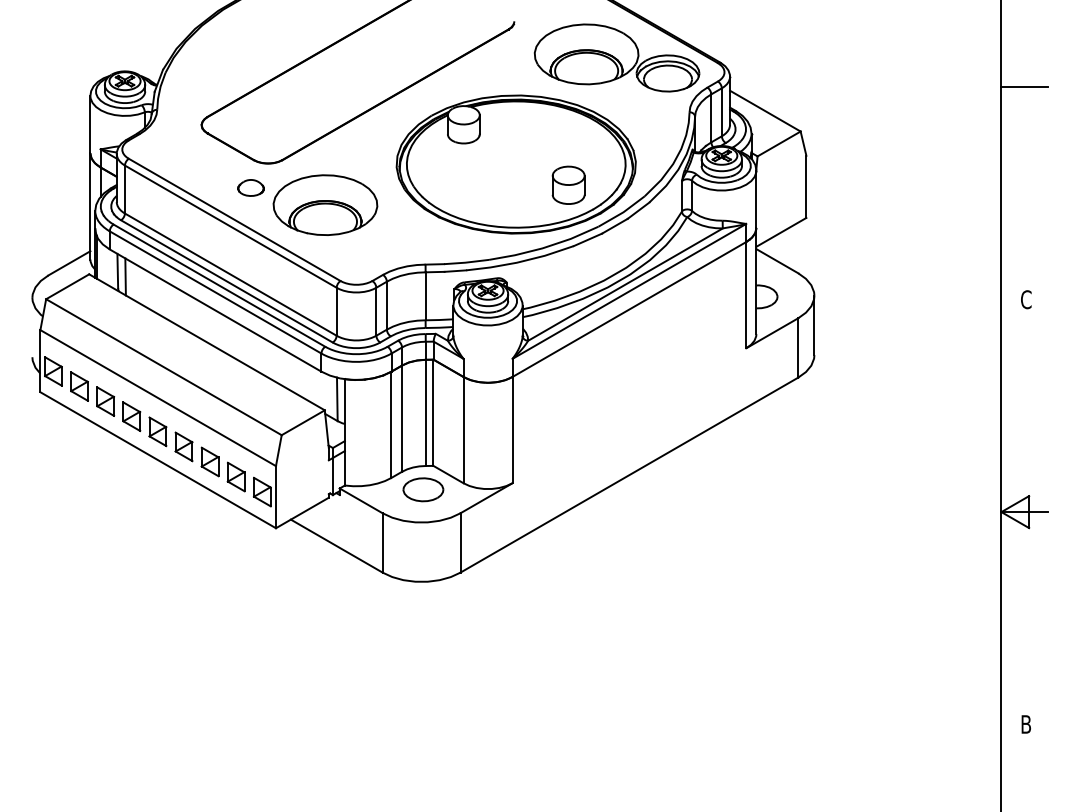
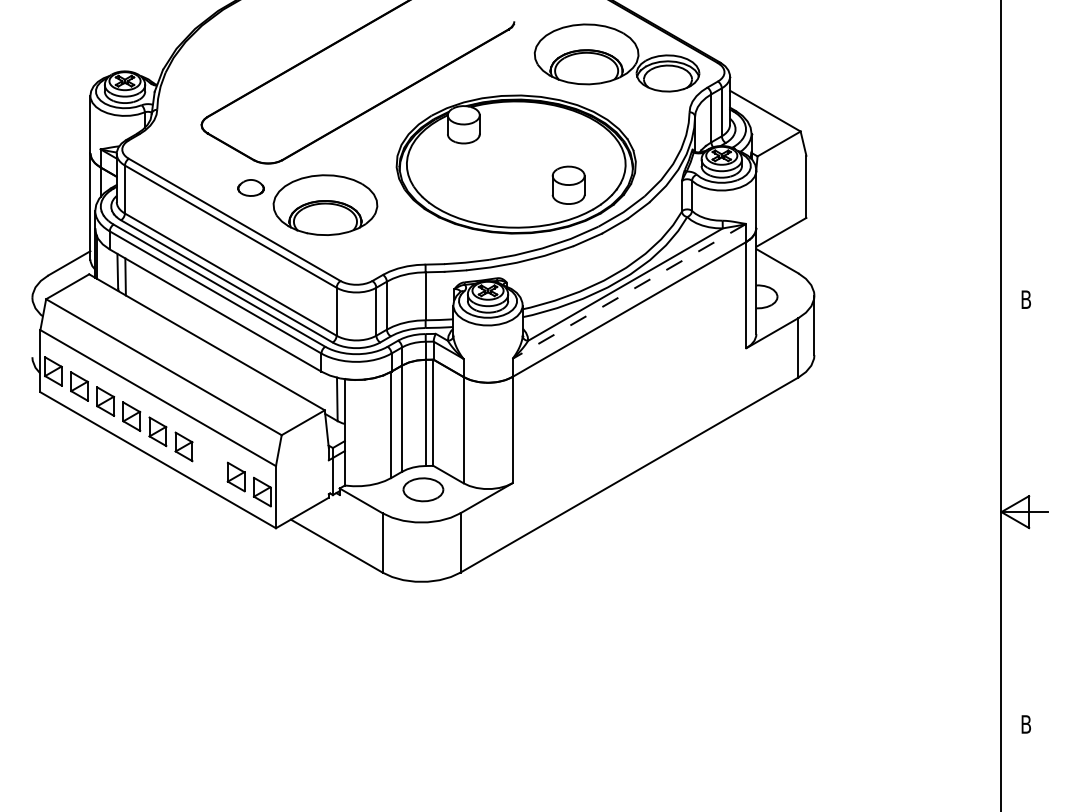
line at (1024, 87): present -> none
line at (629, 291): solid -> dashed
text at (1026, 299): C -> B
part at (209, 461): present -> none
